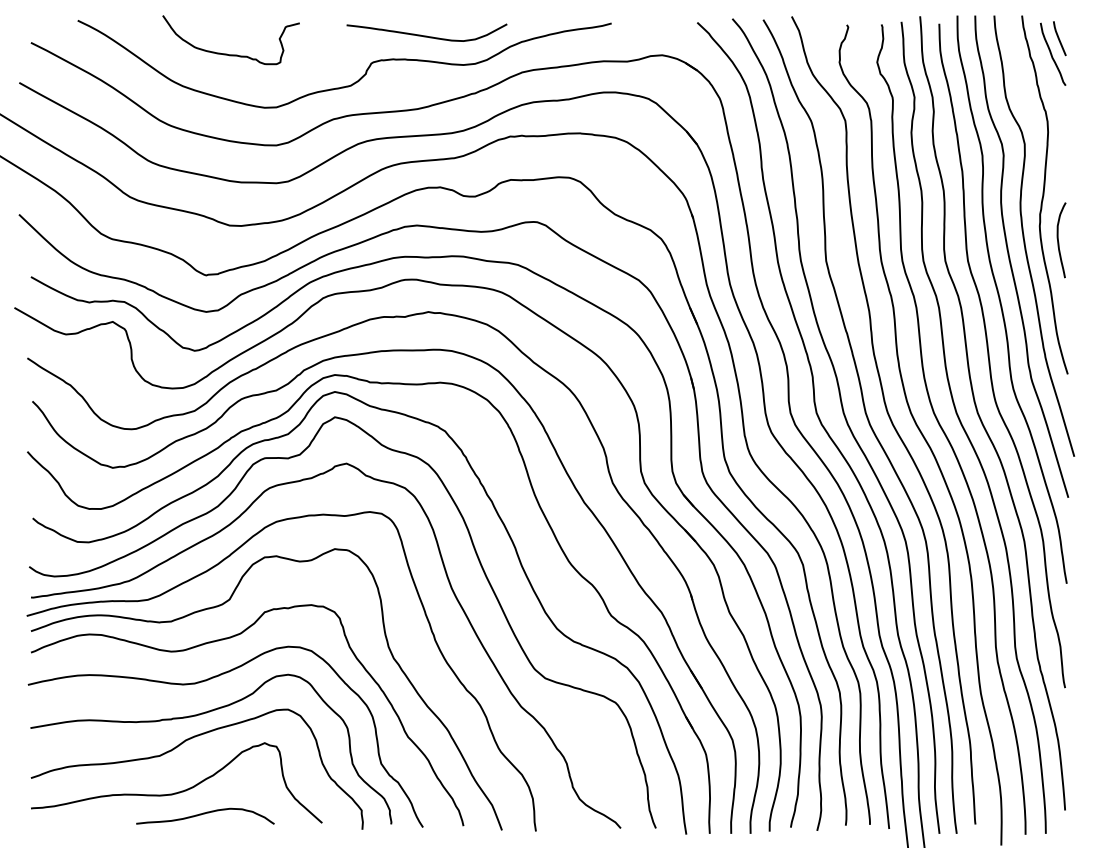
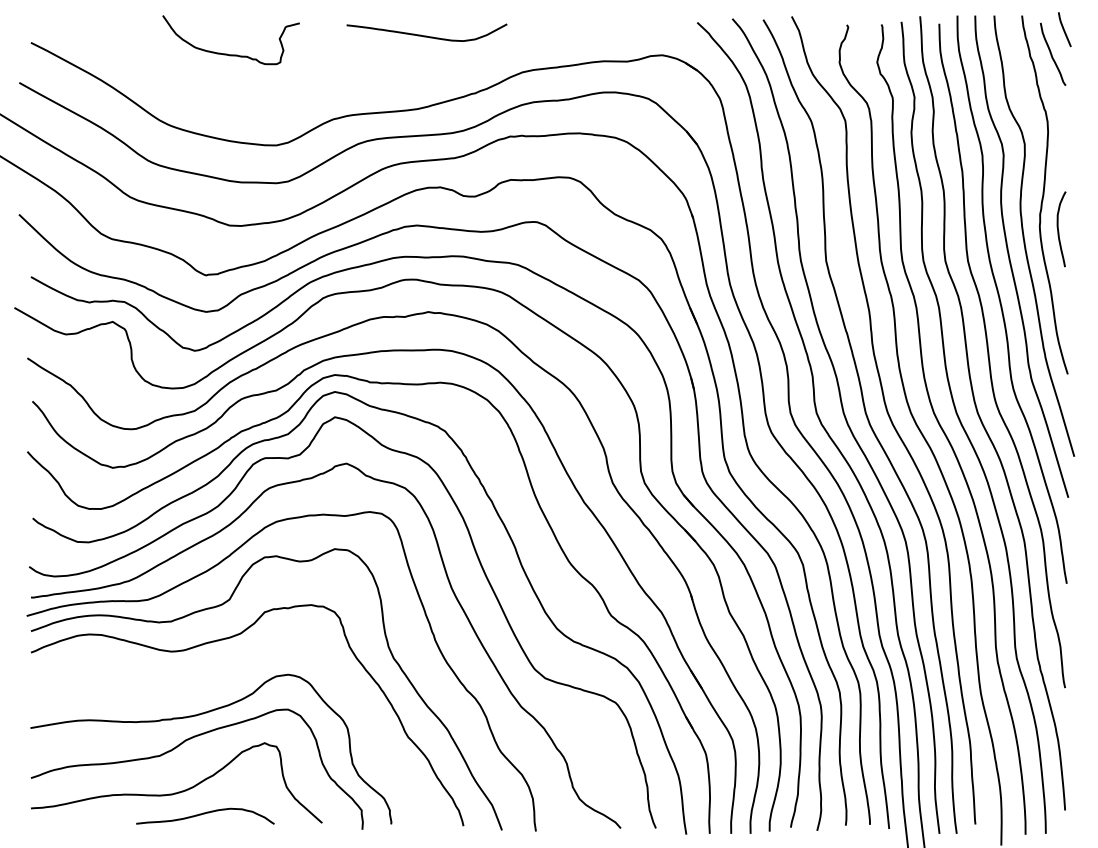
line at (1059, 38) position: (1059, 38) -> (1064, 29)
curve at (355, 81): present -> none
curve at (1059, 242) position: (1059, 242) -> (1059, 231)
curve at (206, 681): present -> none
